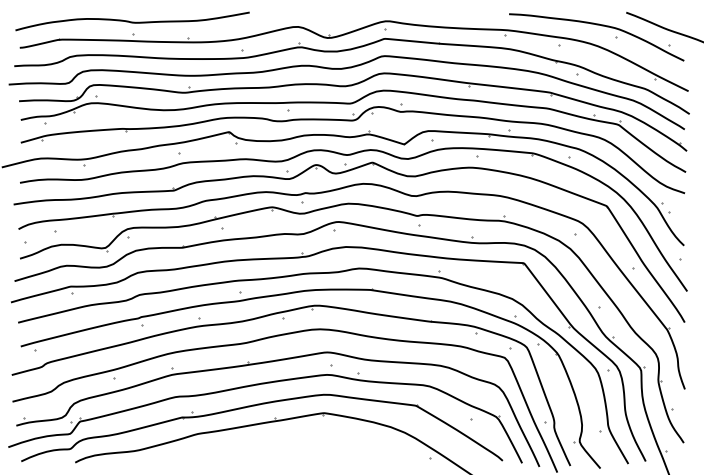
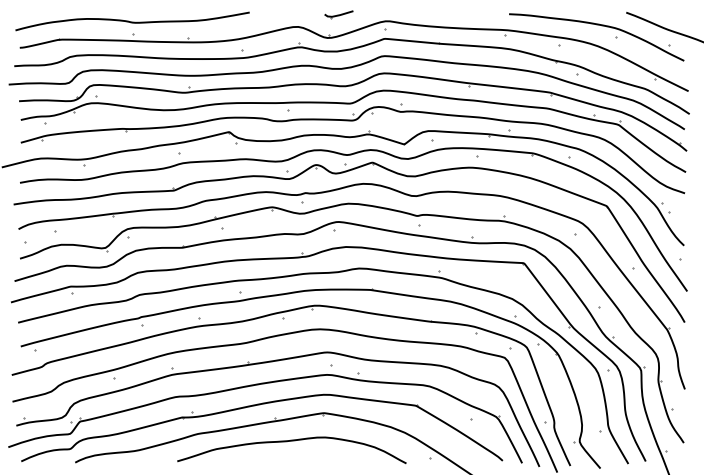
part at (338, 14): none -> present
curve at (291, 441): none -> present
